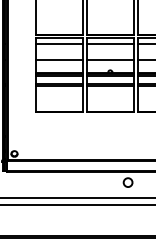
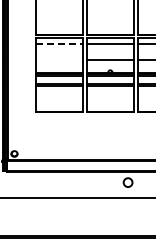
line at (60, 43): solid -> dashed
line at (59, 59): present -> none
line at (77, 204): present -> none
